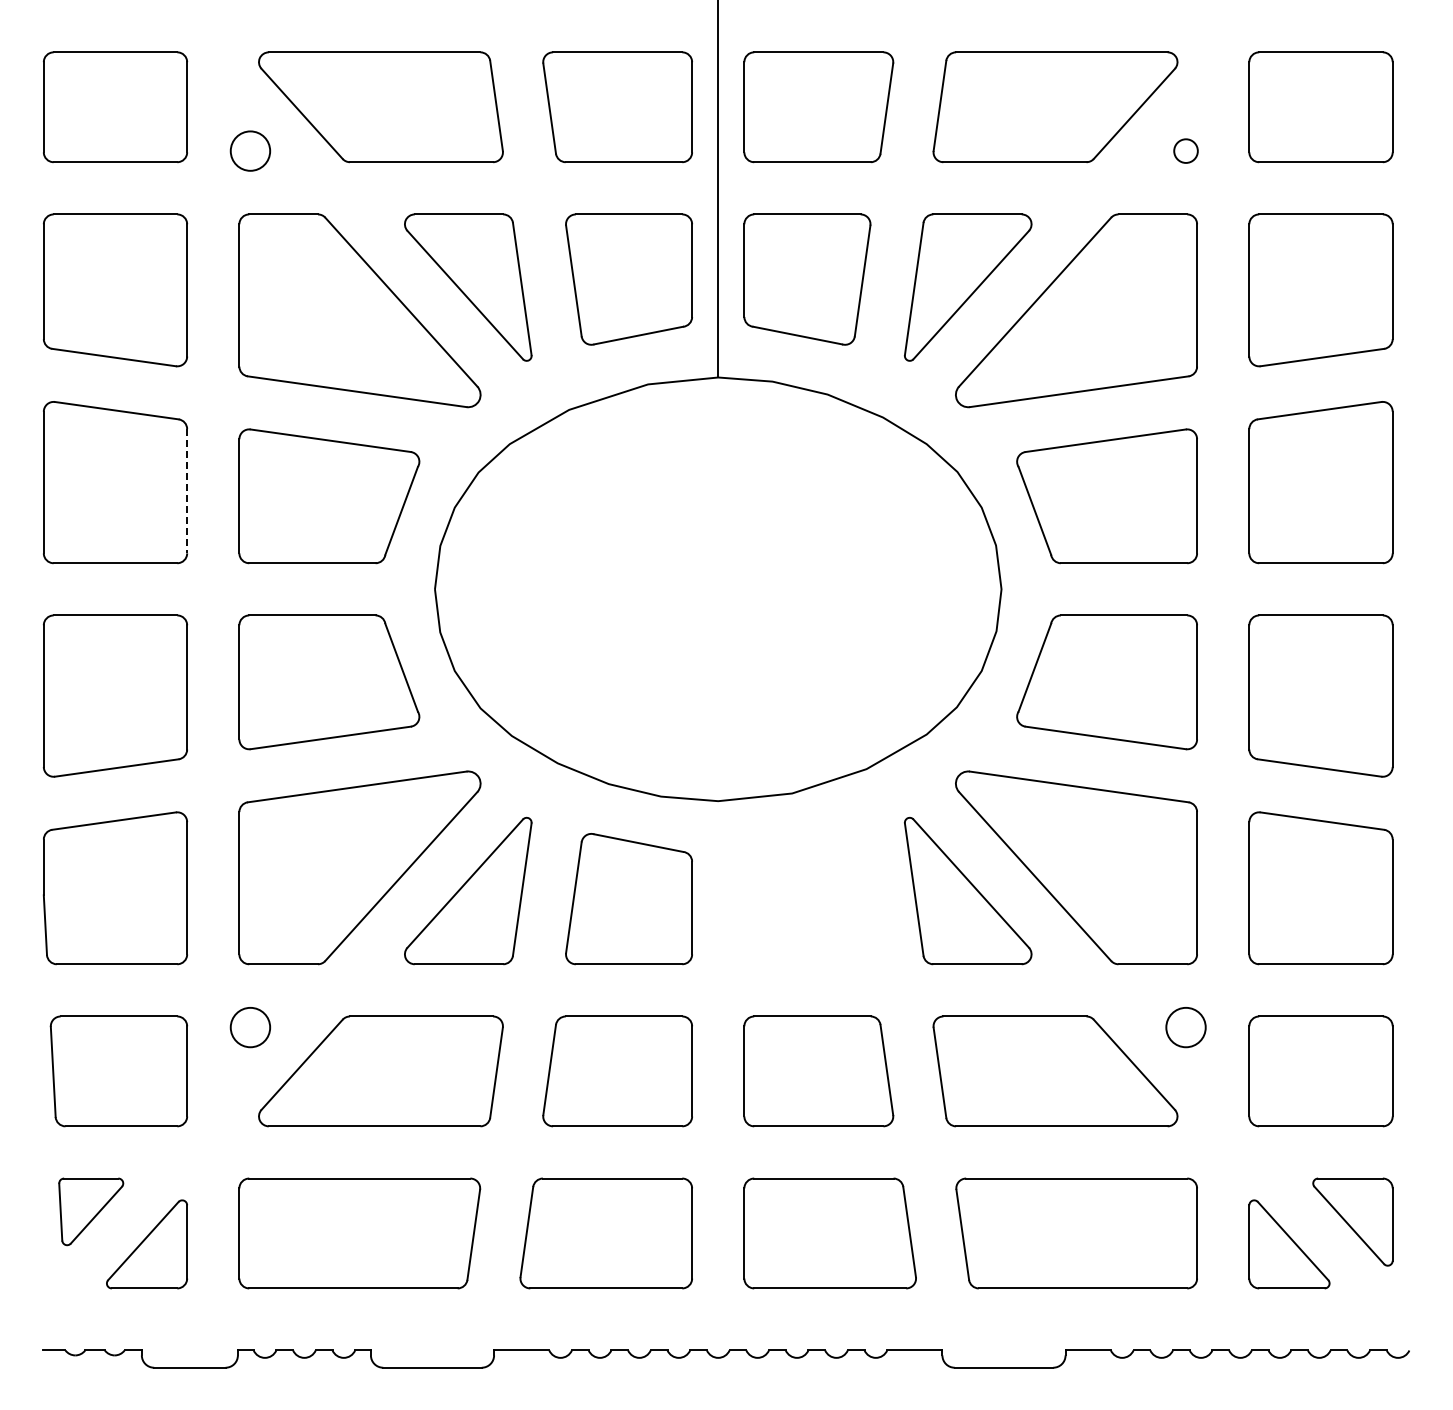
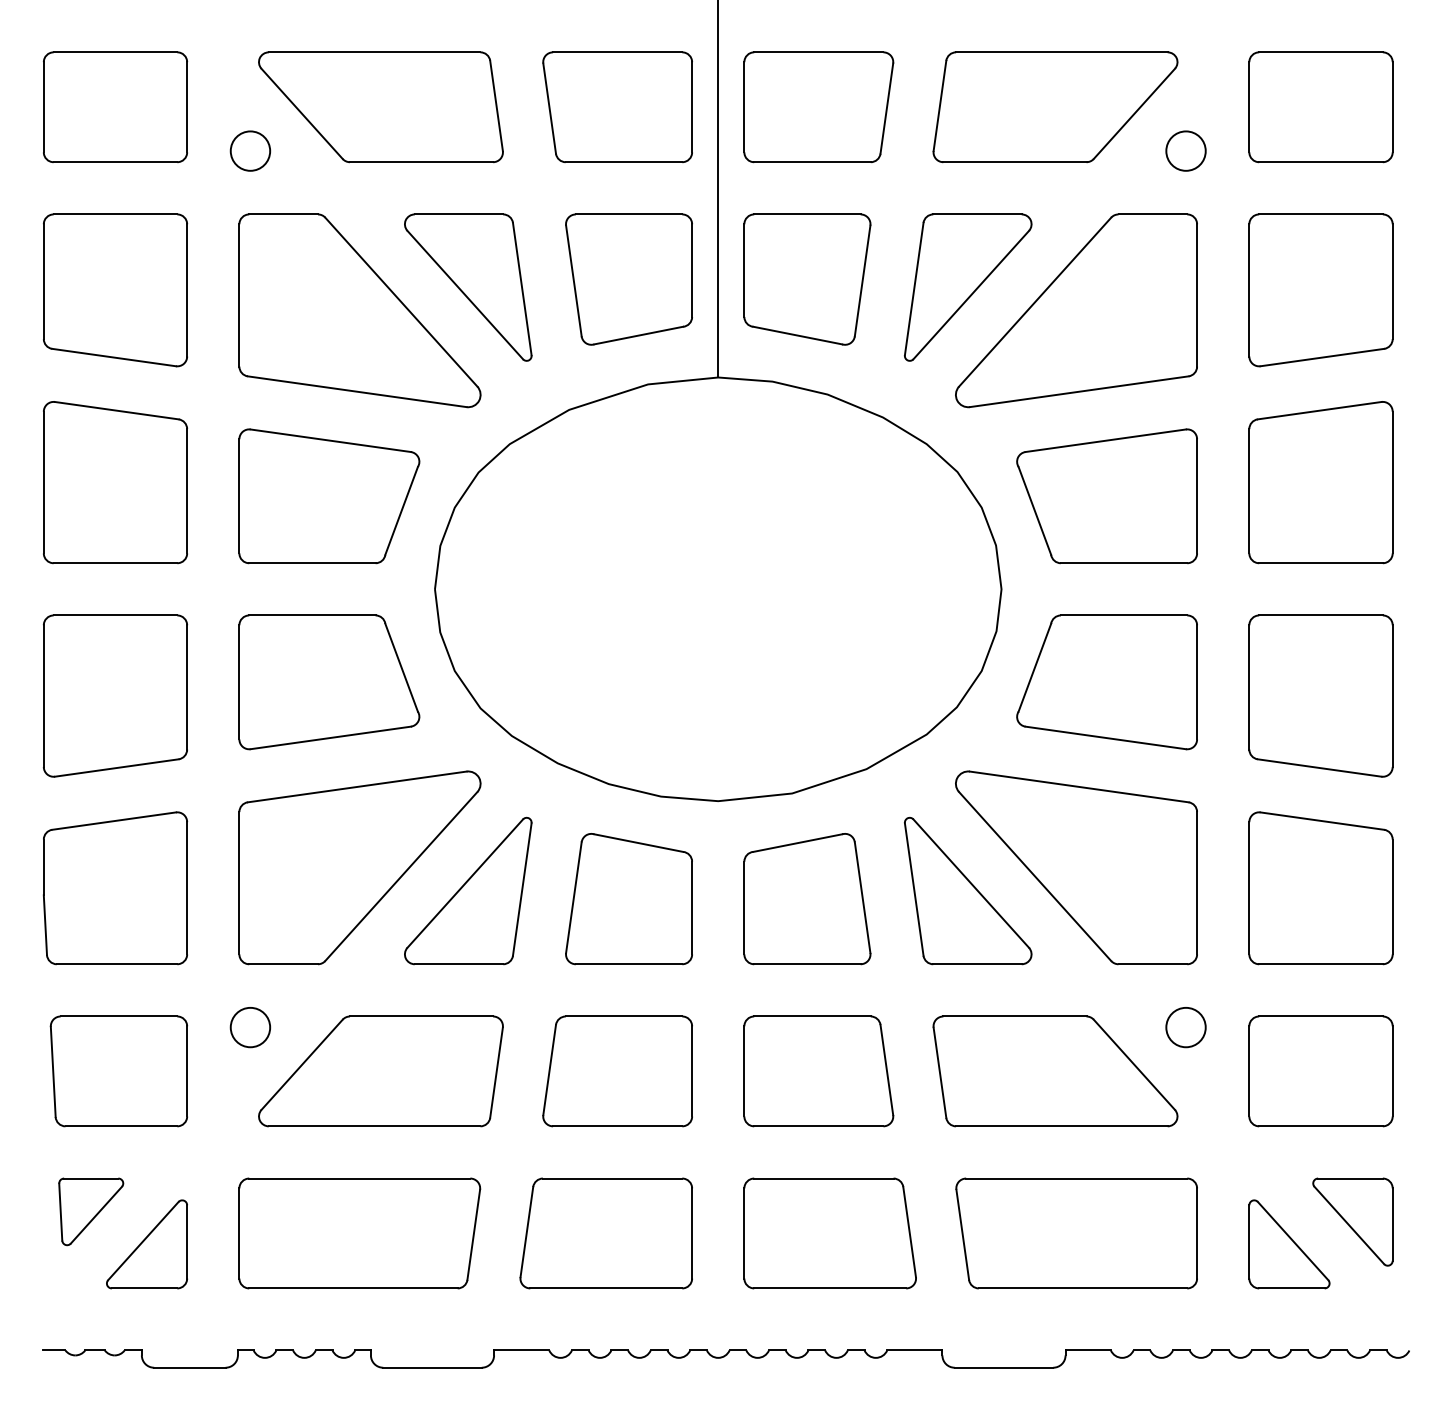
circle at (1185, 150) diameter: 24 px -> 39 px
line at (187, 491): dashed -> solid
part at (807, 899): none -> present
